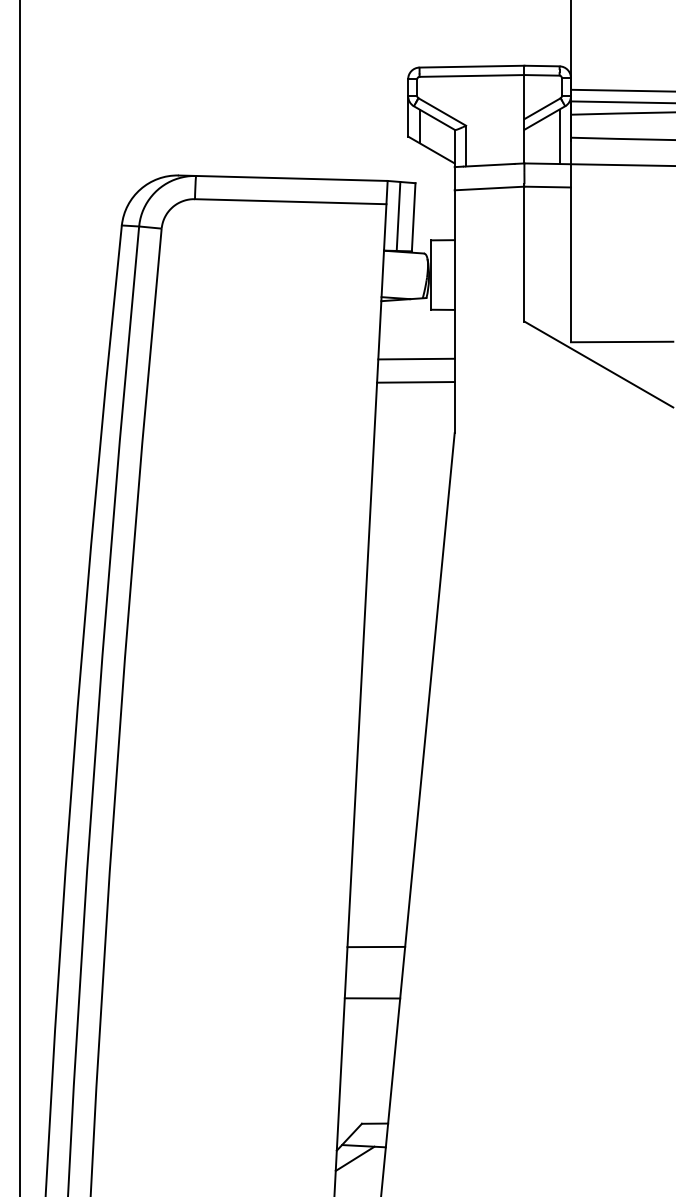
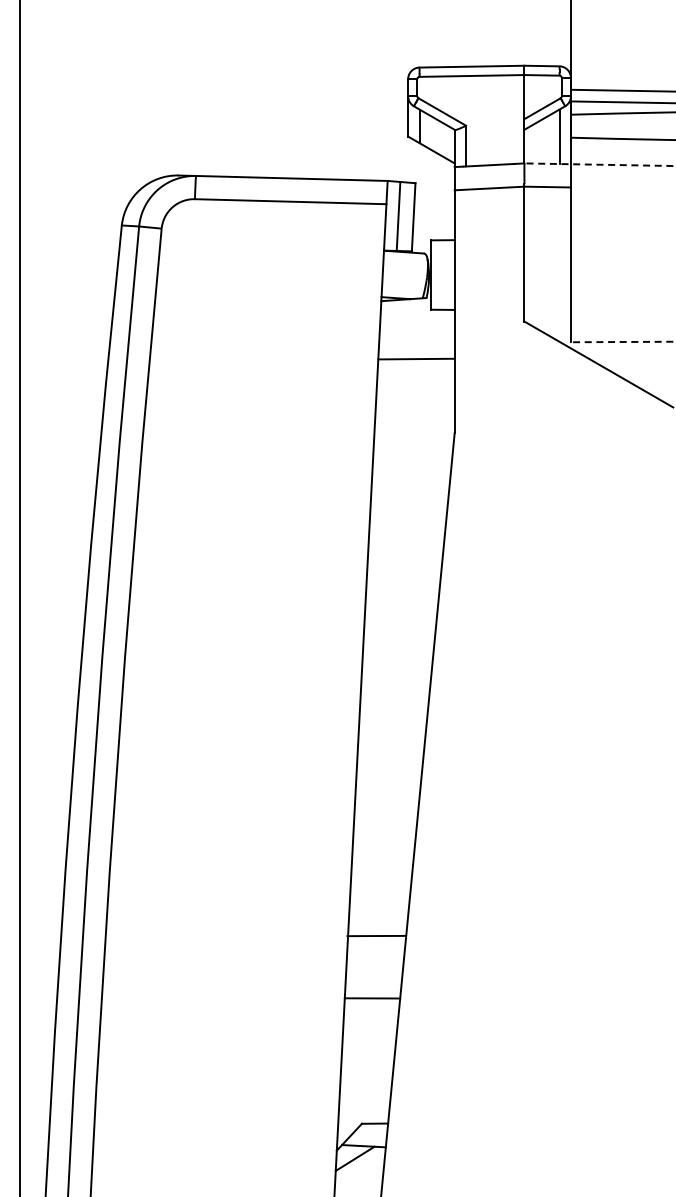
line at (599, 164): solid -> dashed
line at (621, 342): solid -> dashed
line at (415, 382): present -> none
line at (376, 946) position: (376, 946) -> (376, 935)
